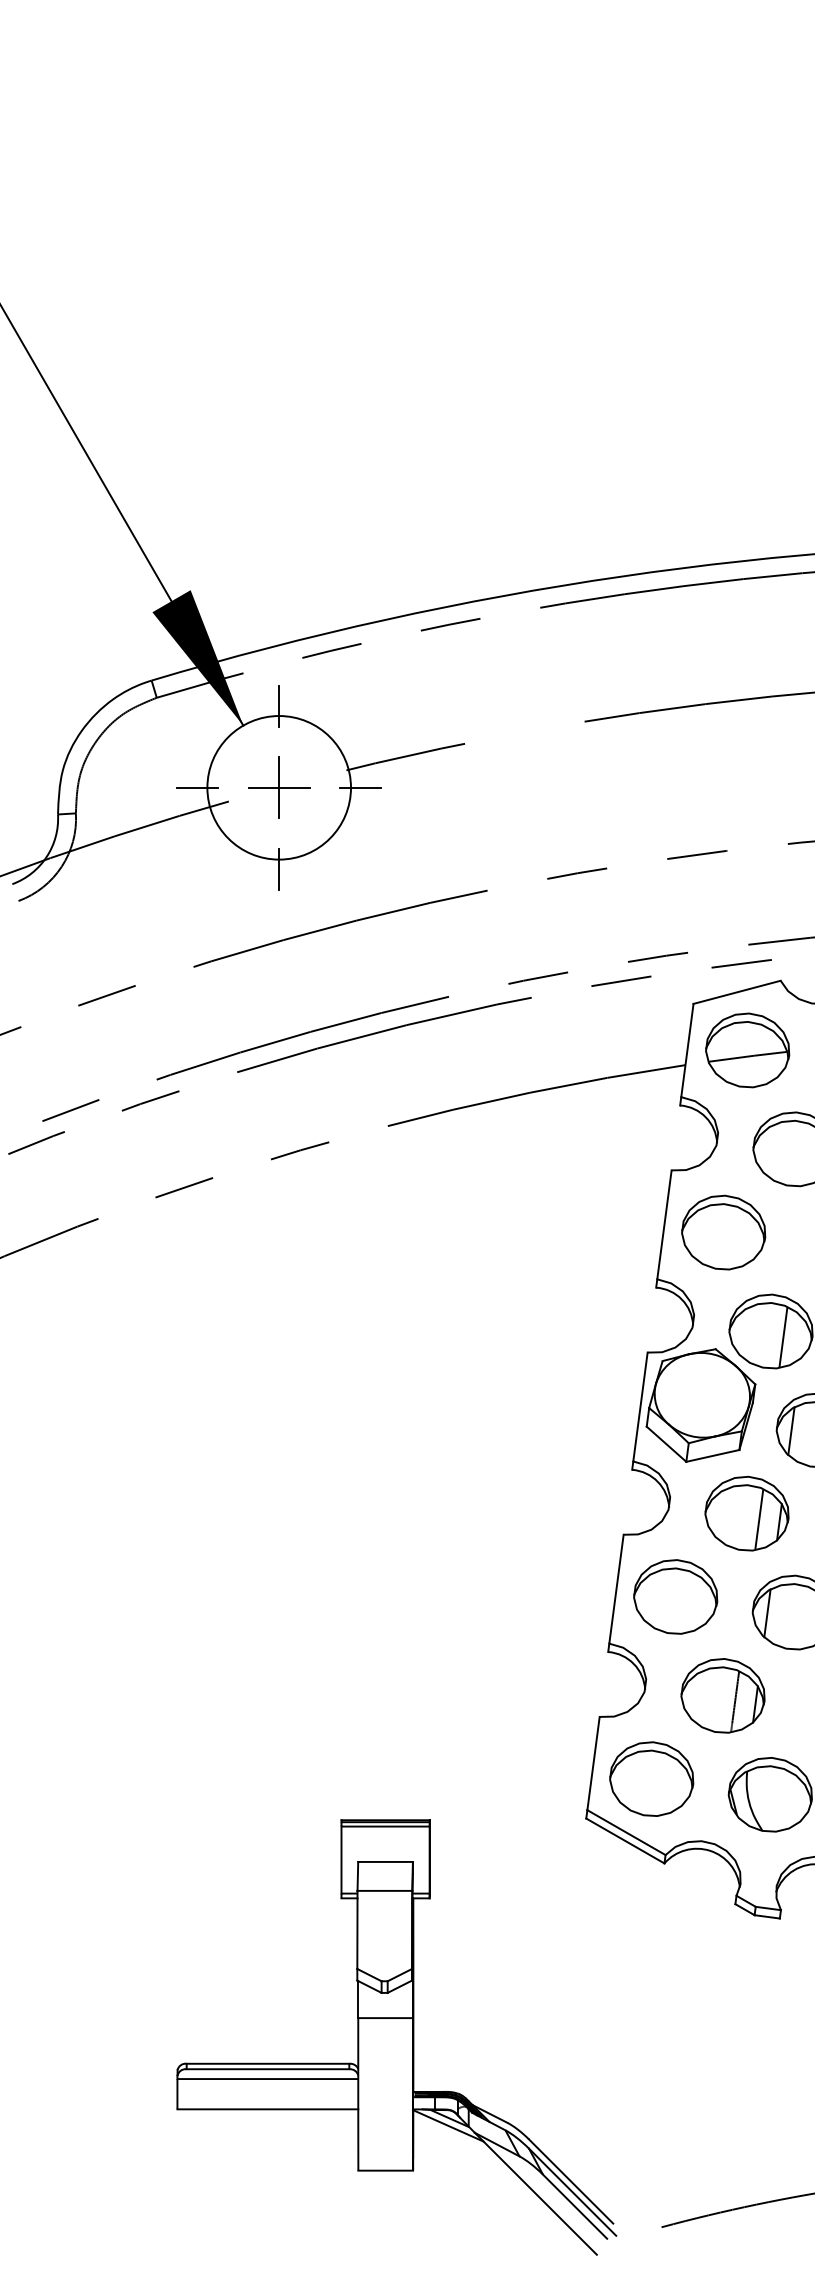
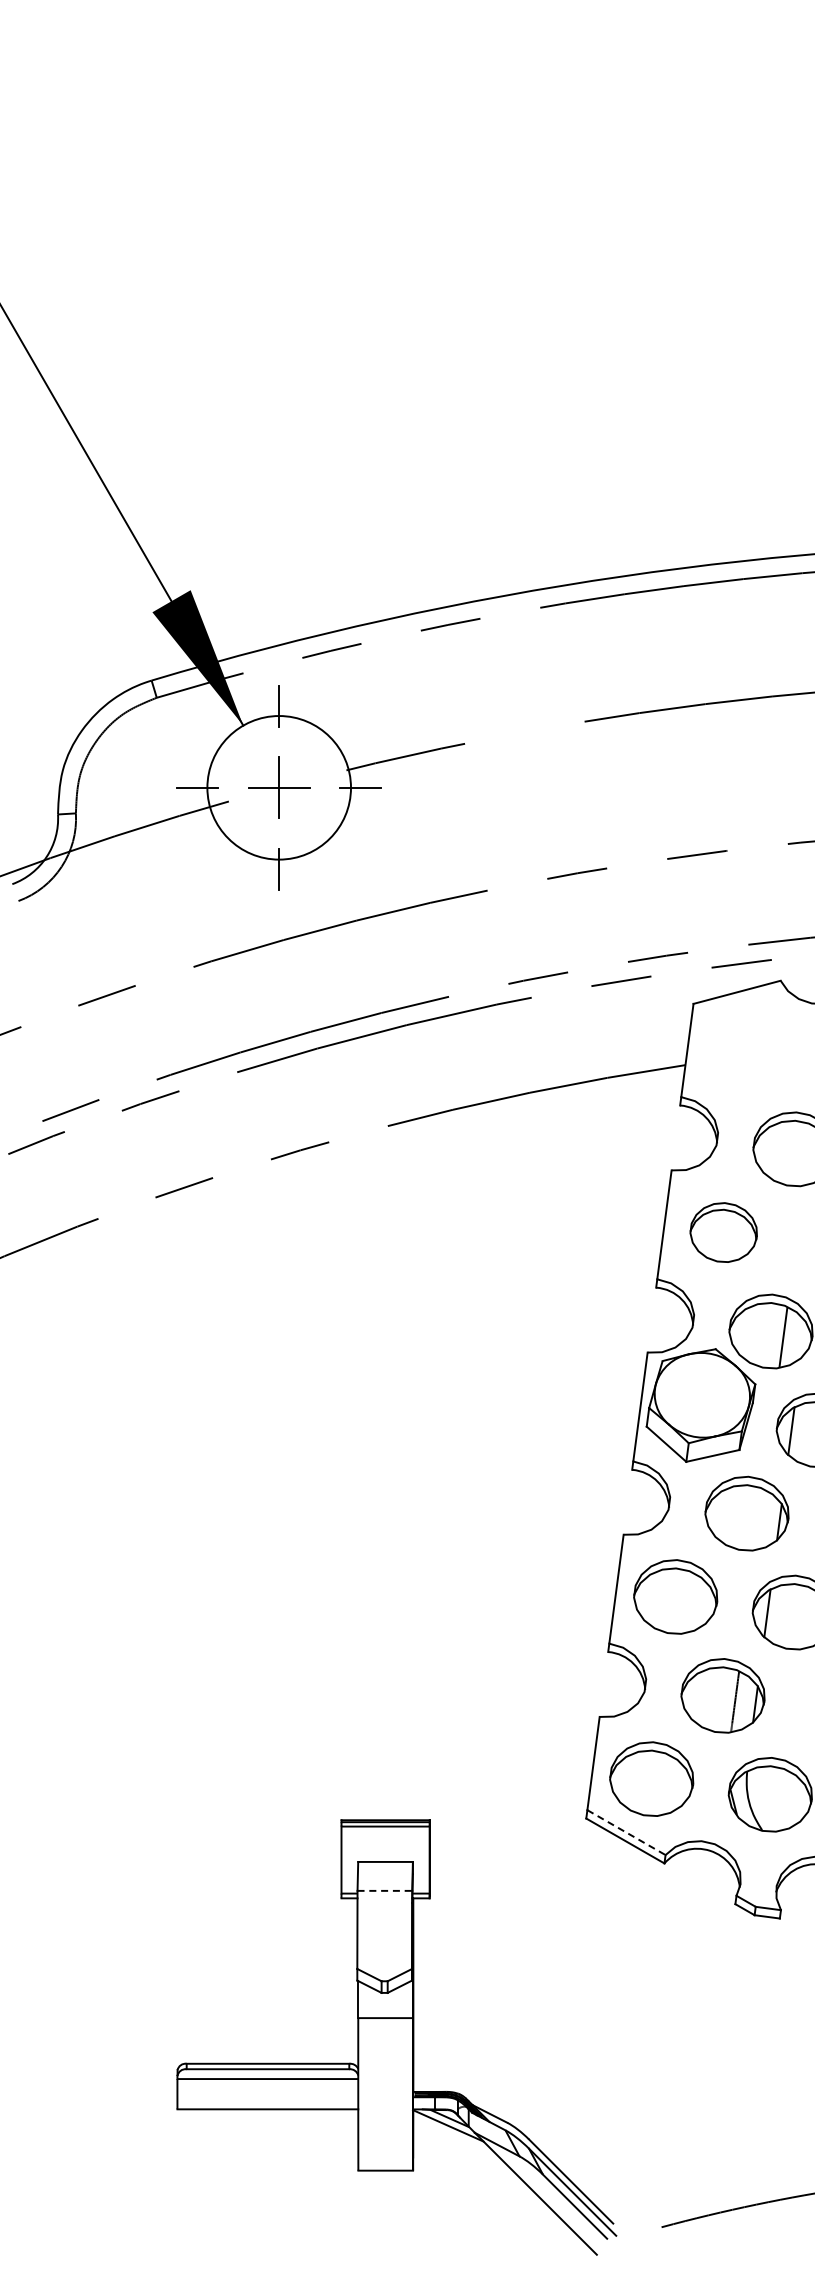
part at (747, 1050): present -> none
part at (723, 1232) size: 86x77 px -> 69x61 px
line at (759, 1519): present -> none
line at (626, 1832): solid -> dashed
line at (385, 1890): solid -> dashed
